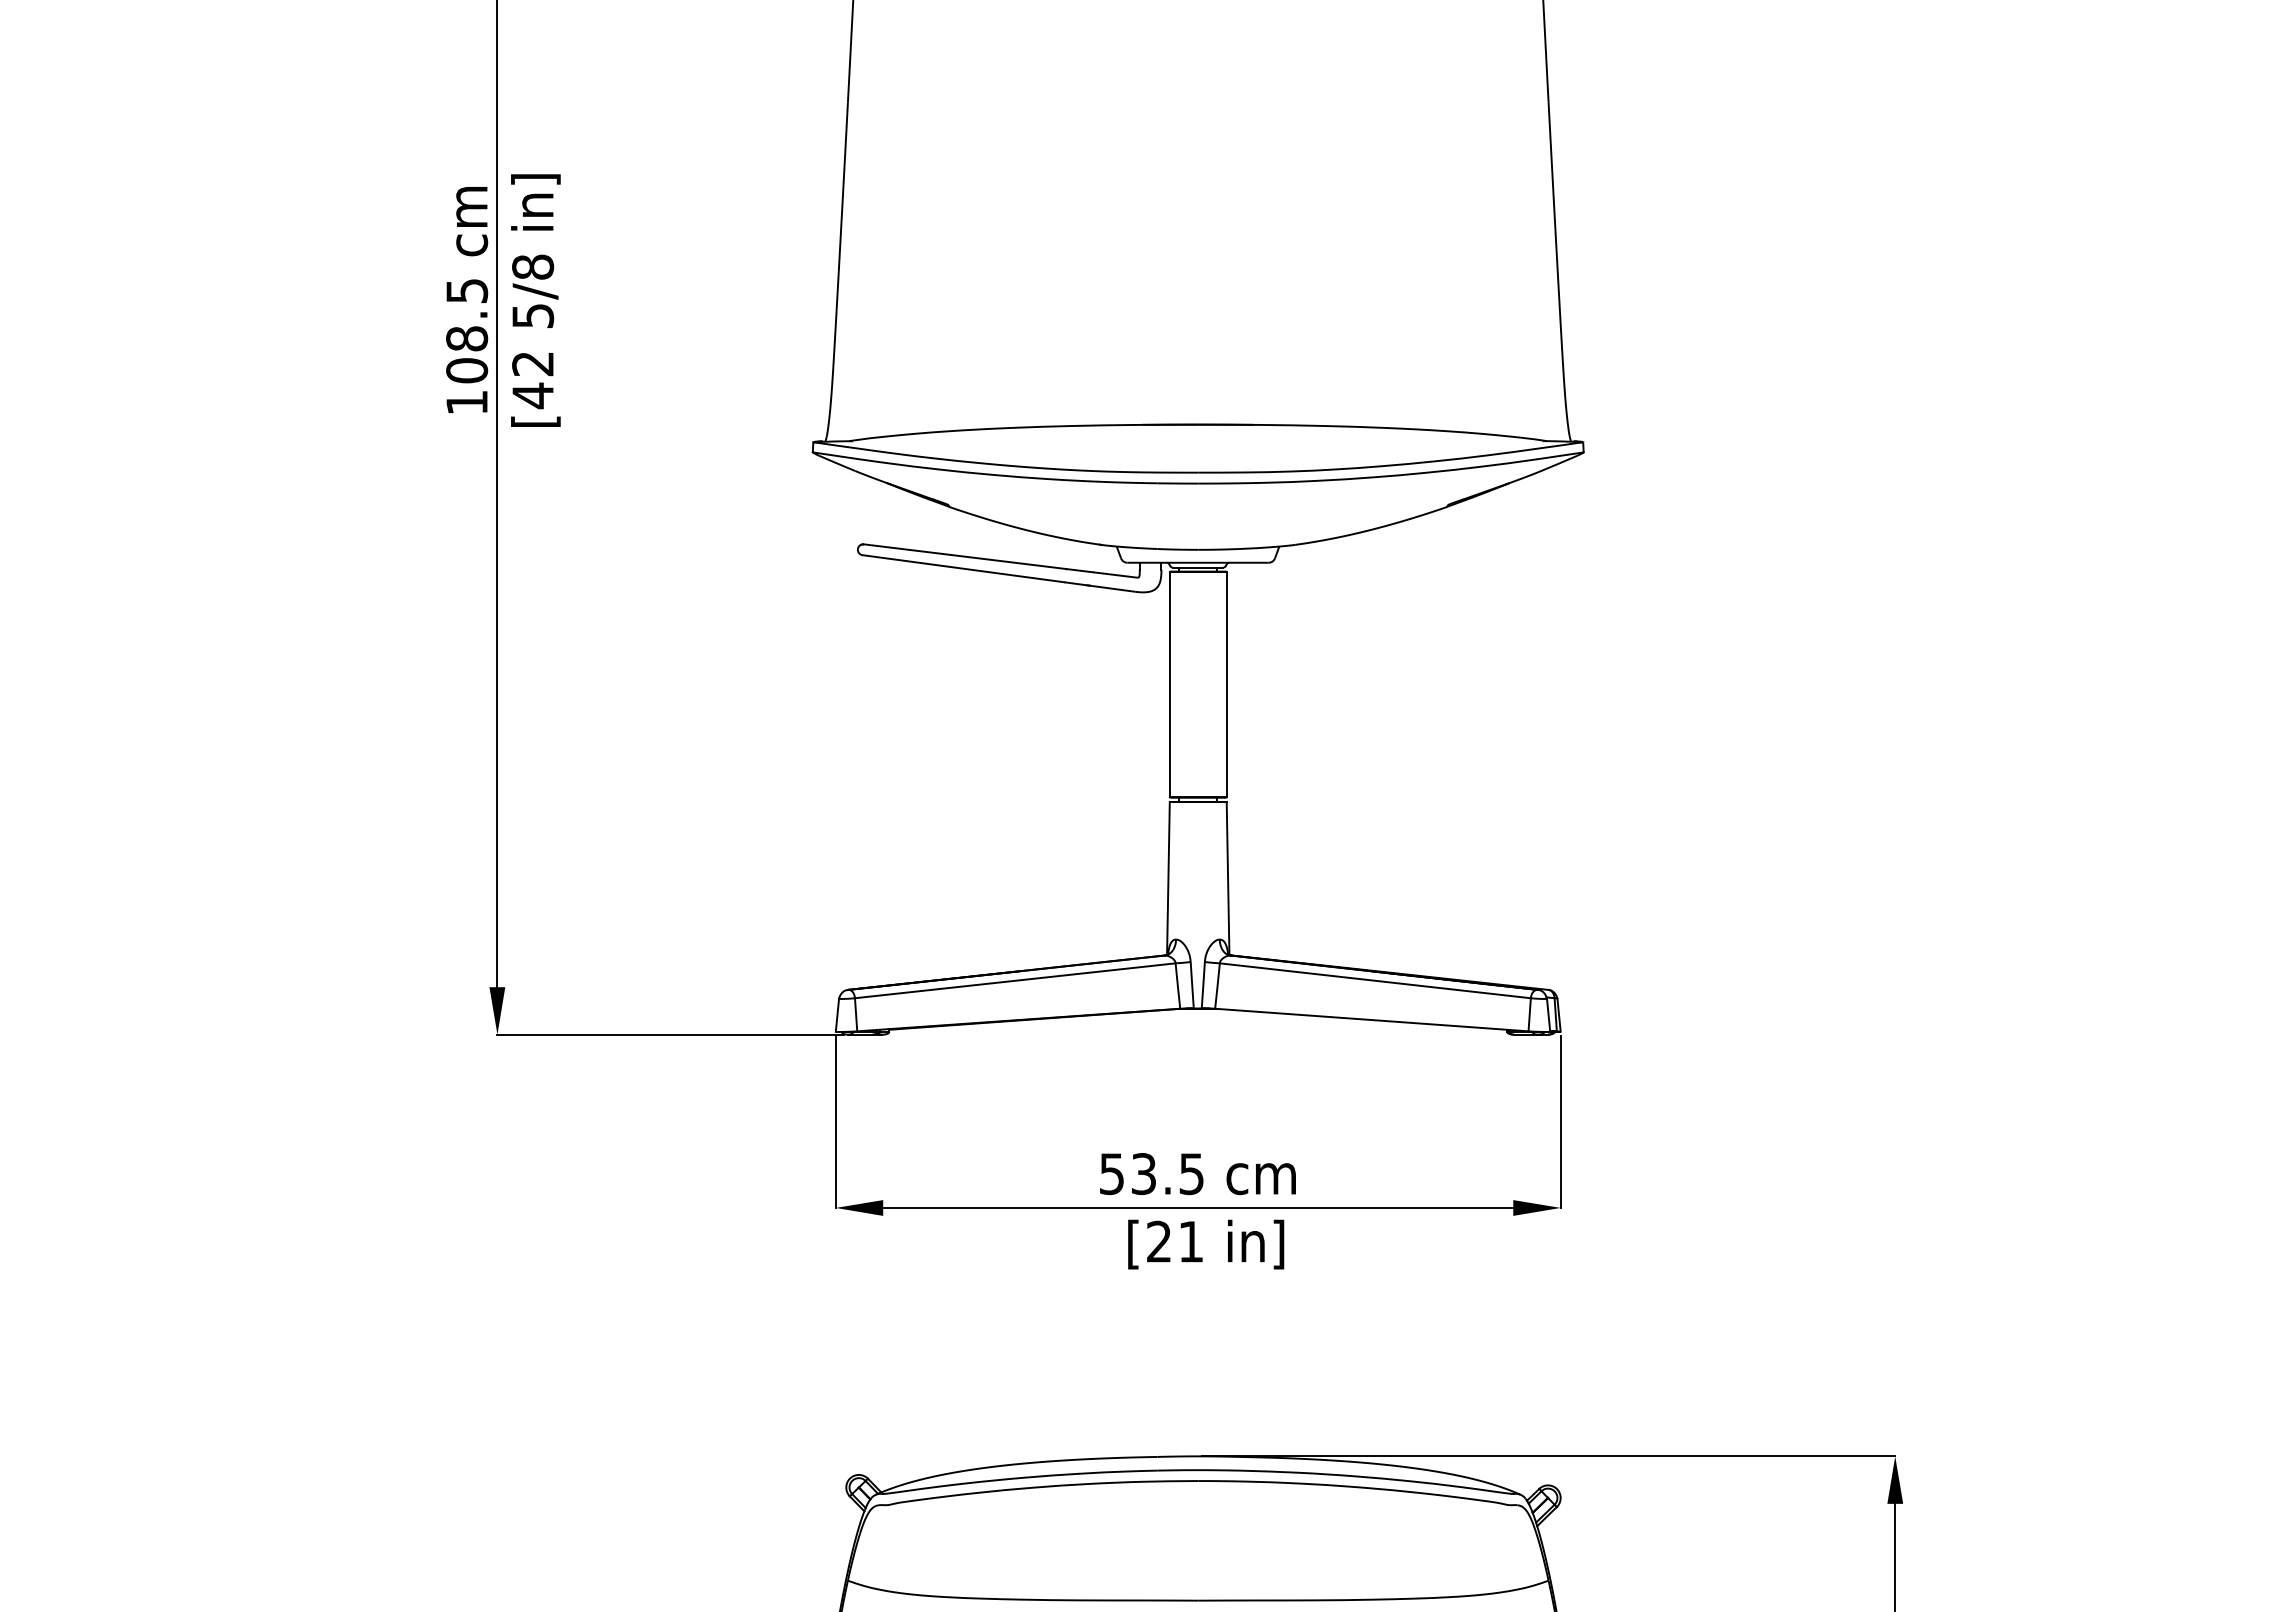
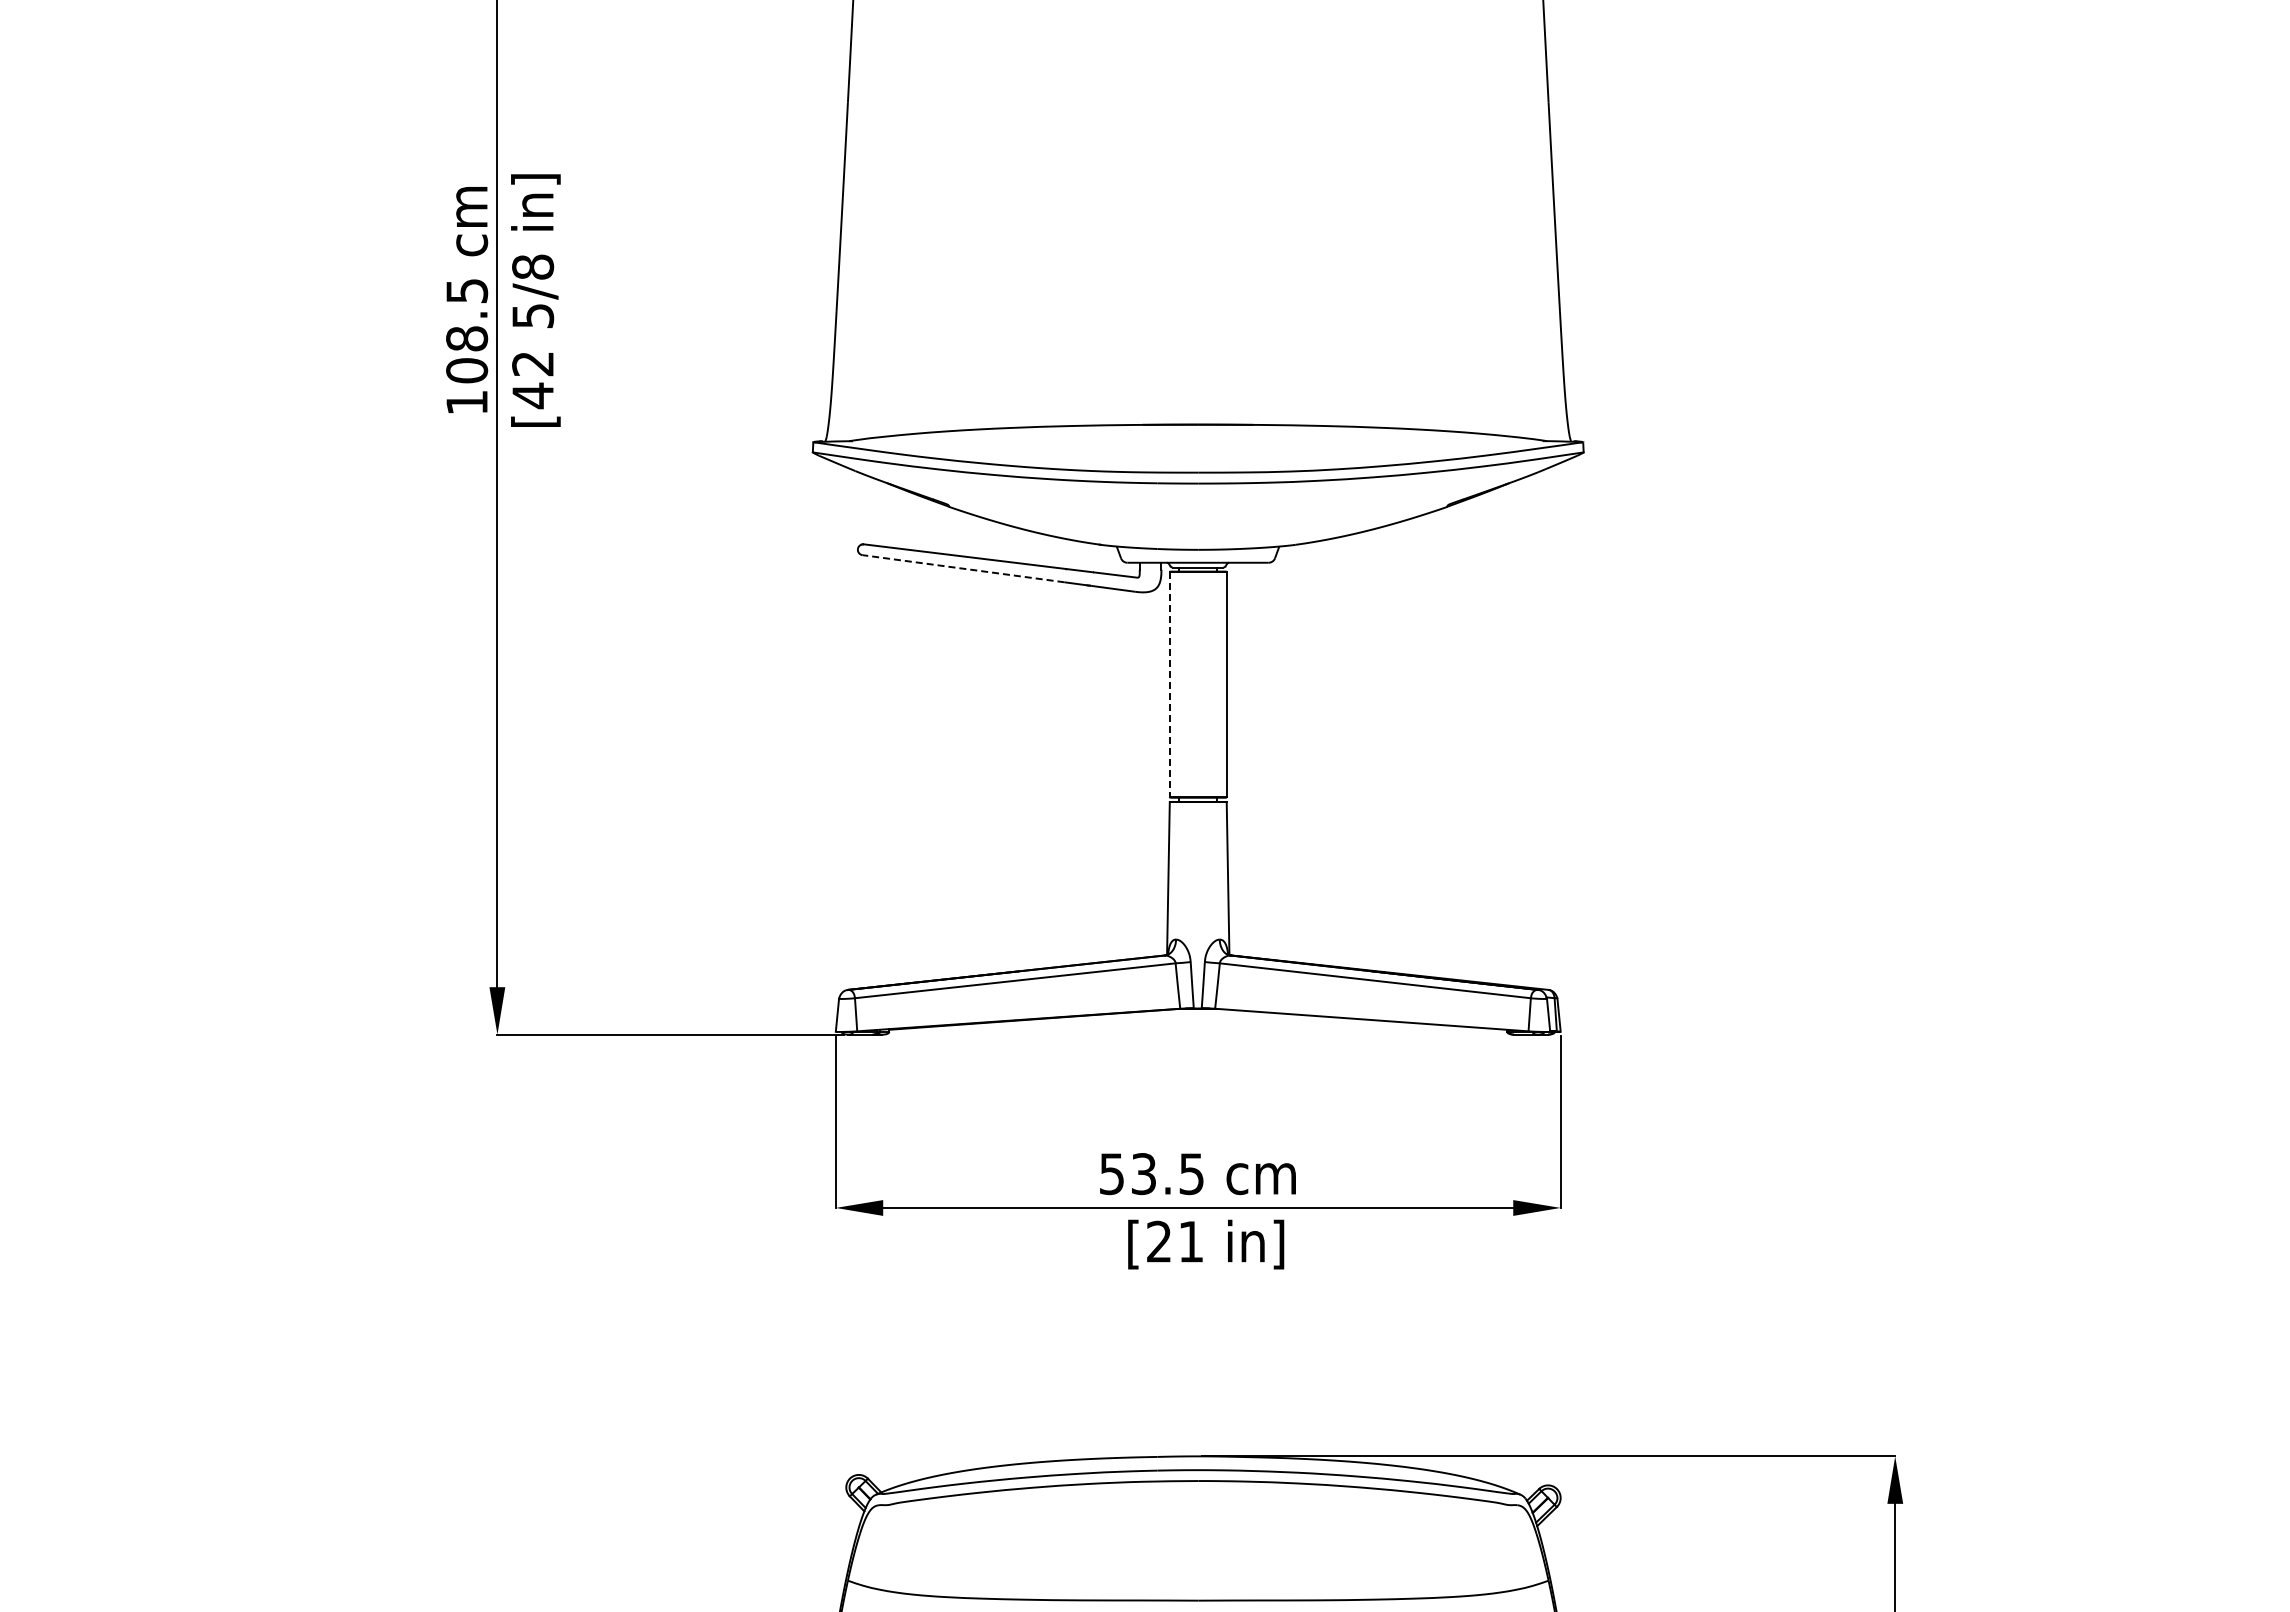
line at (963, 568): solid -> dashed
line at (1169, 685): solid -> dashed
